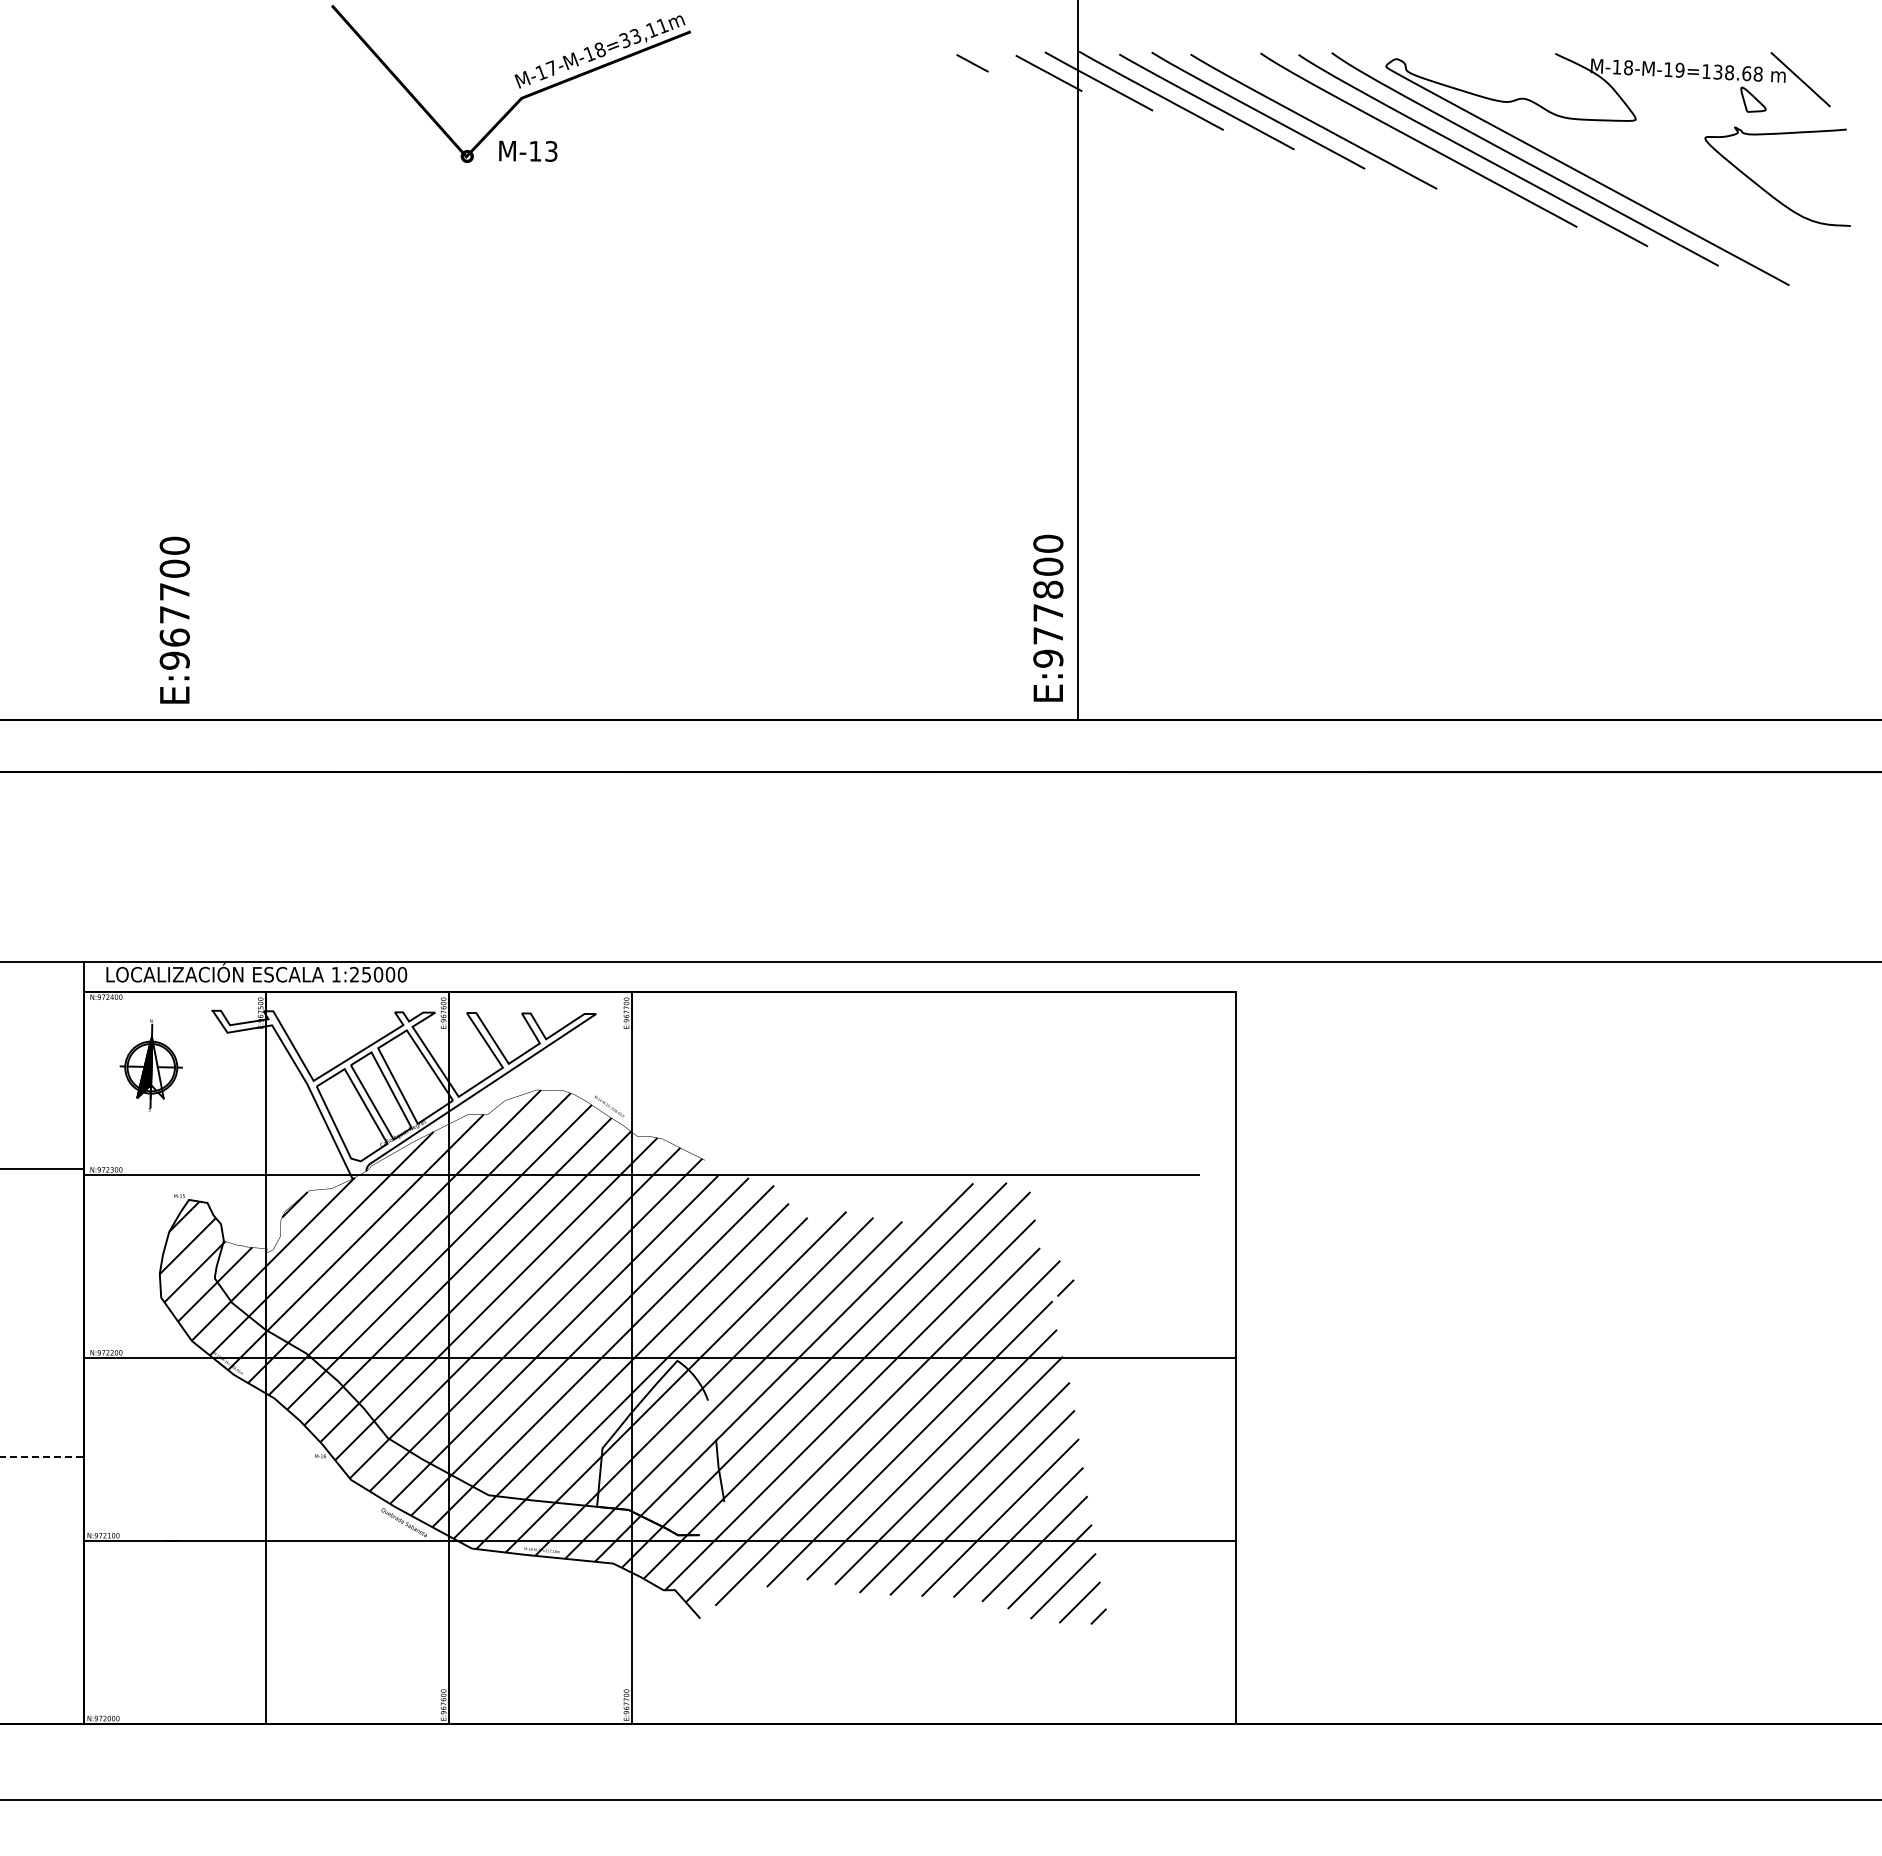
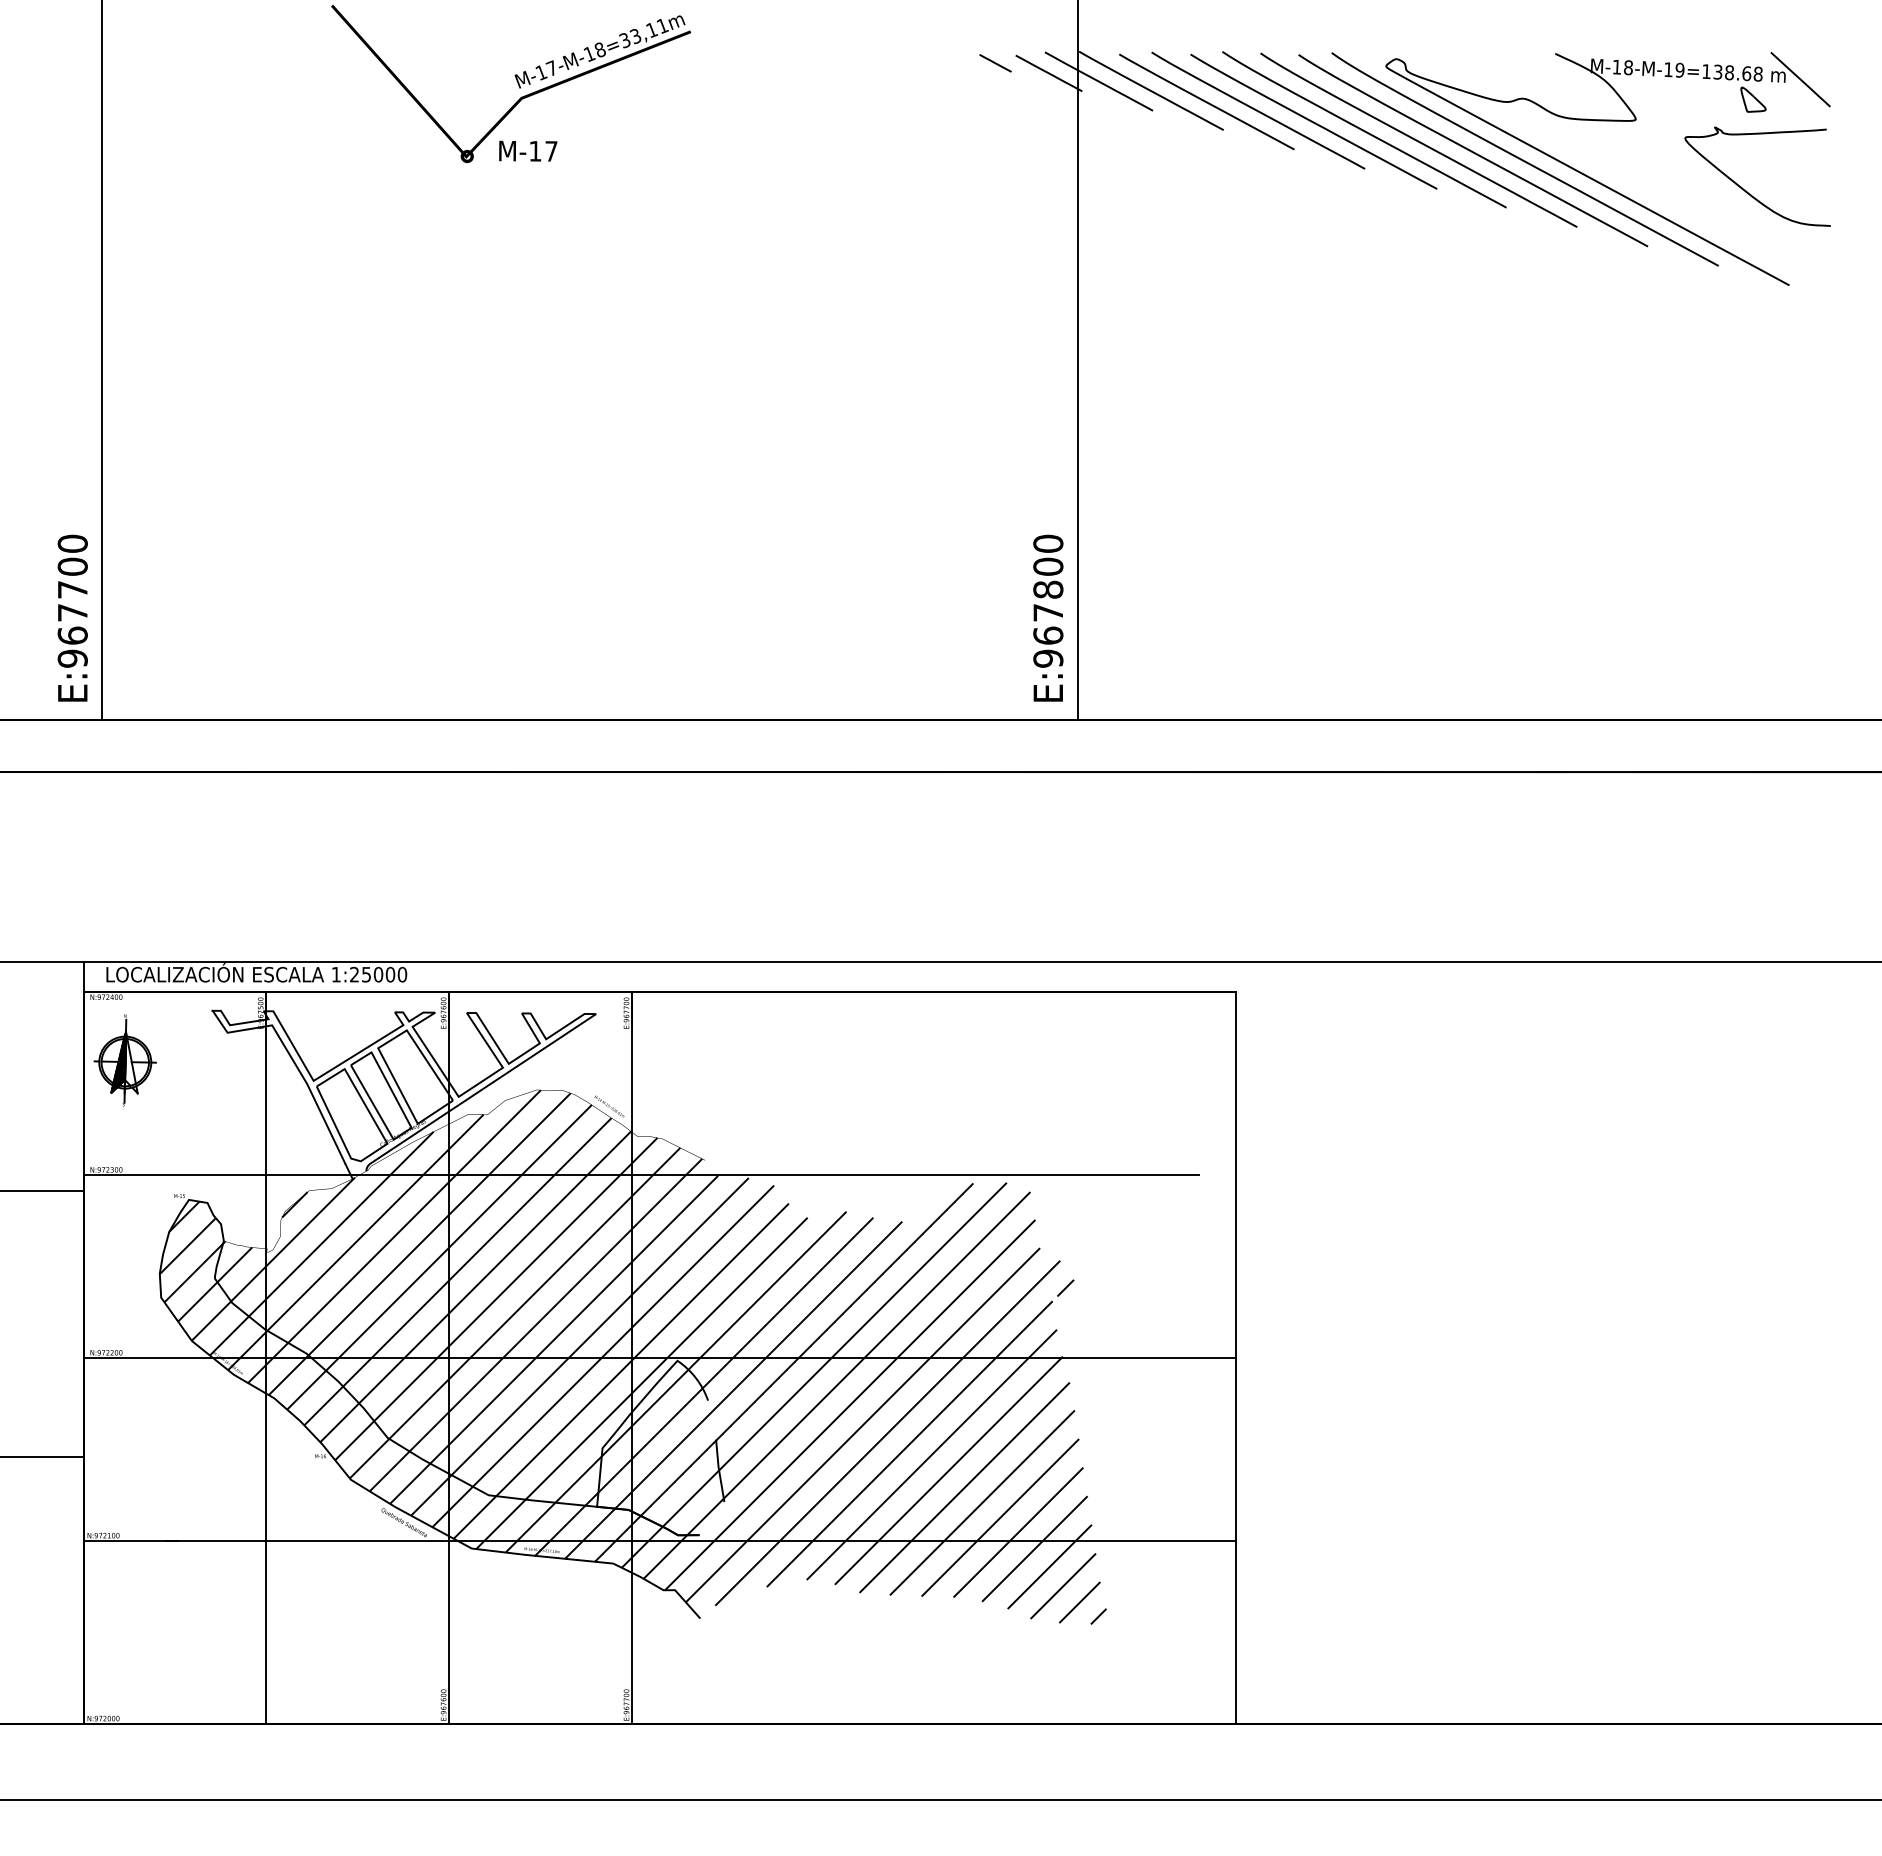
line at (972, 63) position: (972, 63) -> (995, 63)
curve at (1363, 129): none -> present
text at (551, 151): M-13 -> M-17
curve at (1766, 190) position: (1766, 190) -> (1746, 190)
line at (102, 360): none -> present
text at (174, 619) position: (174, 619) -> (72, 617)
text at (1048, 635): E:977800 -> E:967800
part at (150, 1065) position: (150, 1065) -> (124, 1060)
line at (43, 1168) position: (43, 1168) -> (43, 1190)
line at (42, 1457): dashed -> solid
